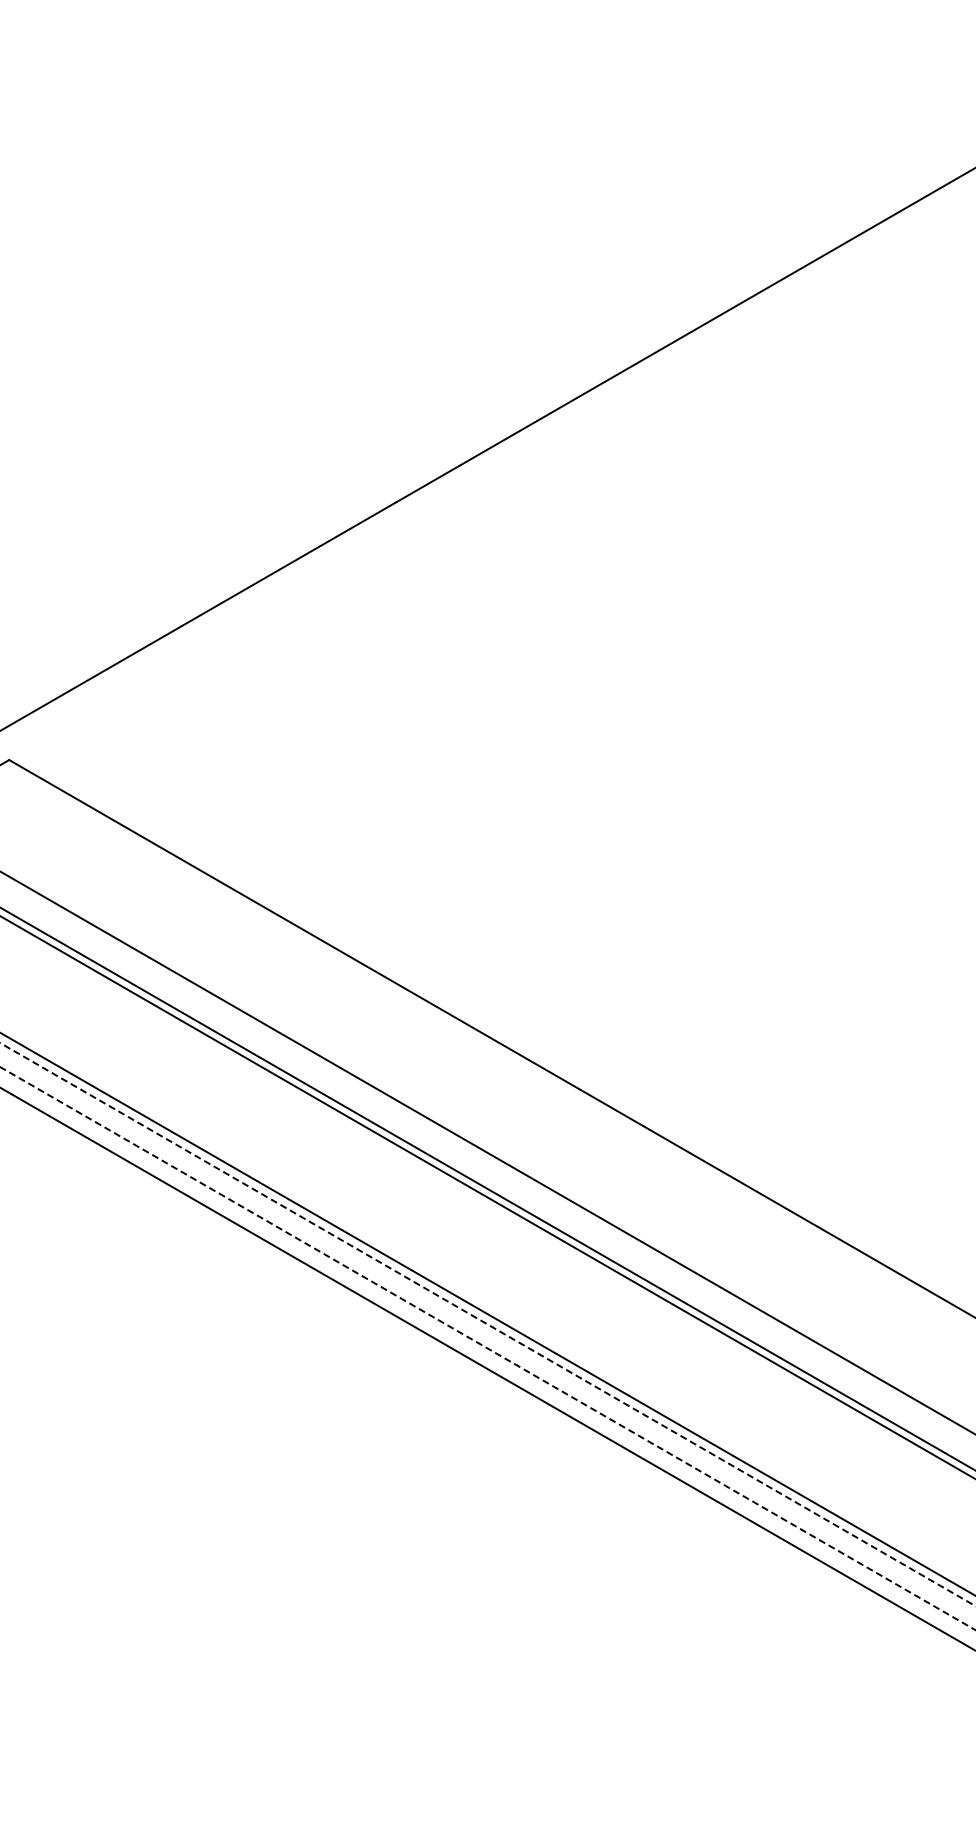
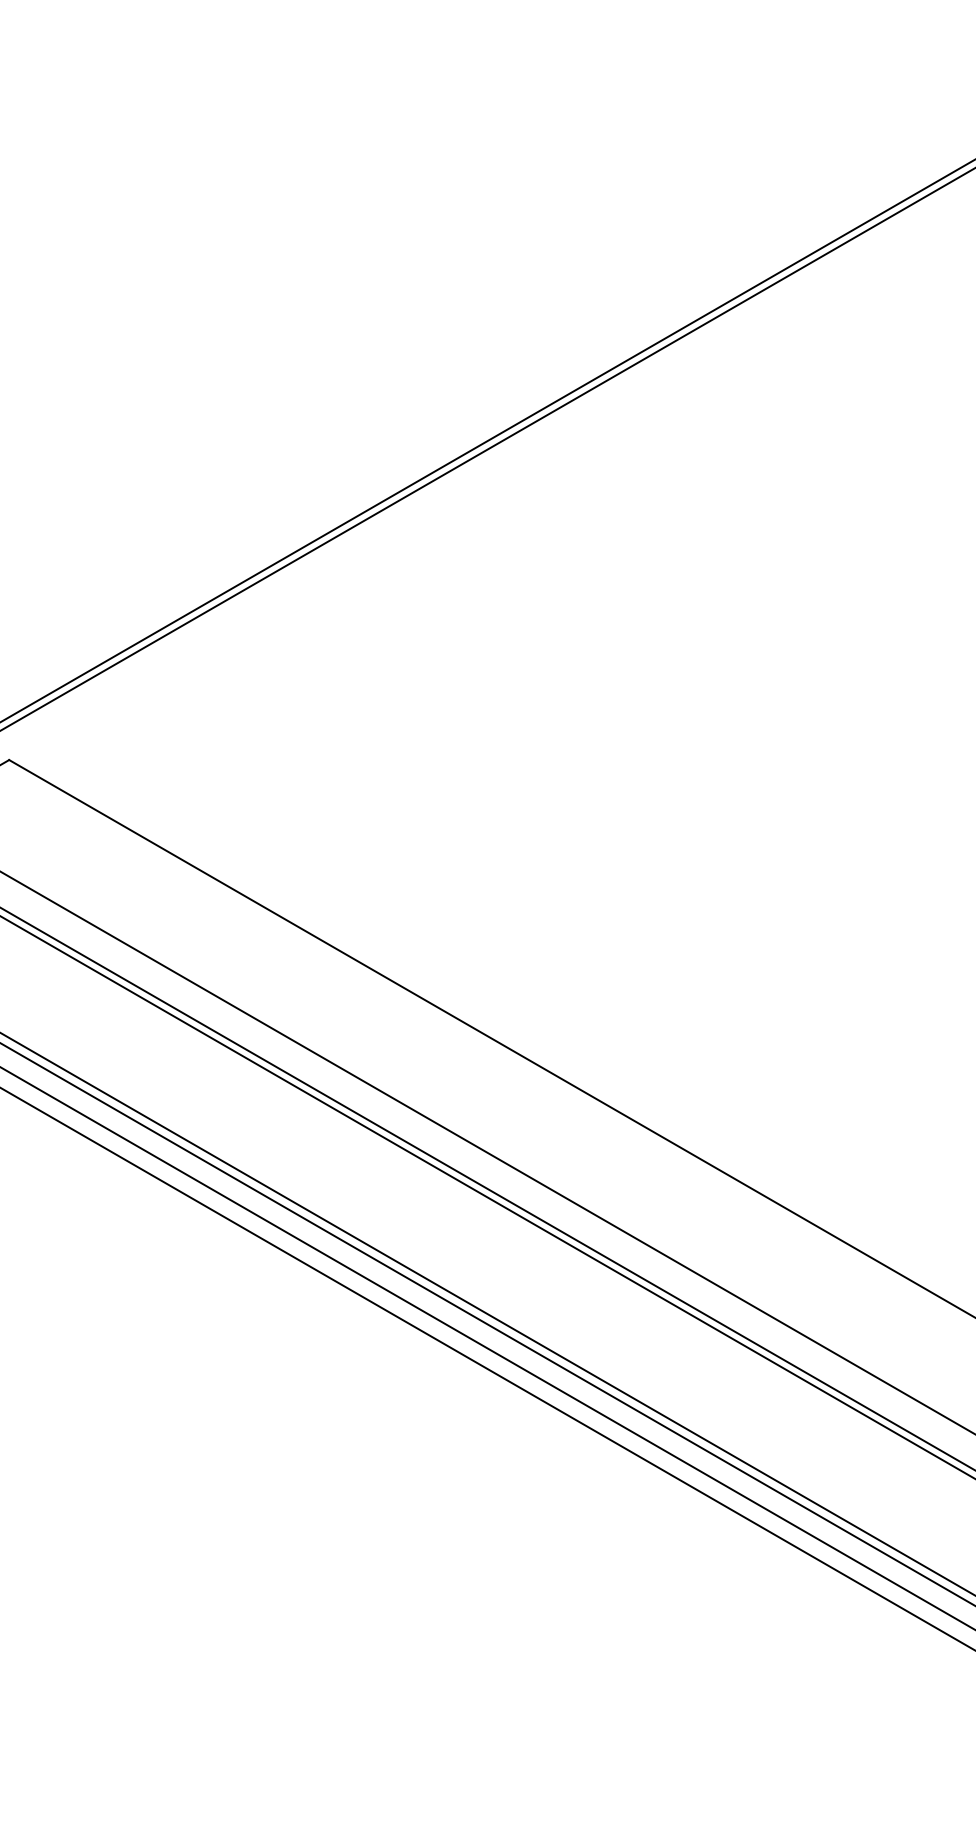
line at (487, 440): none -> present
line at (487, 1324): dashed -> solid
line at (487, 1348): dashed -> solid
